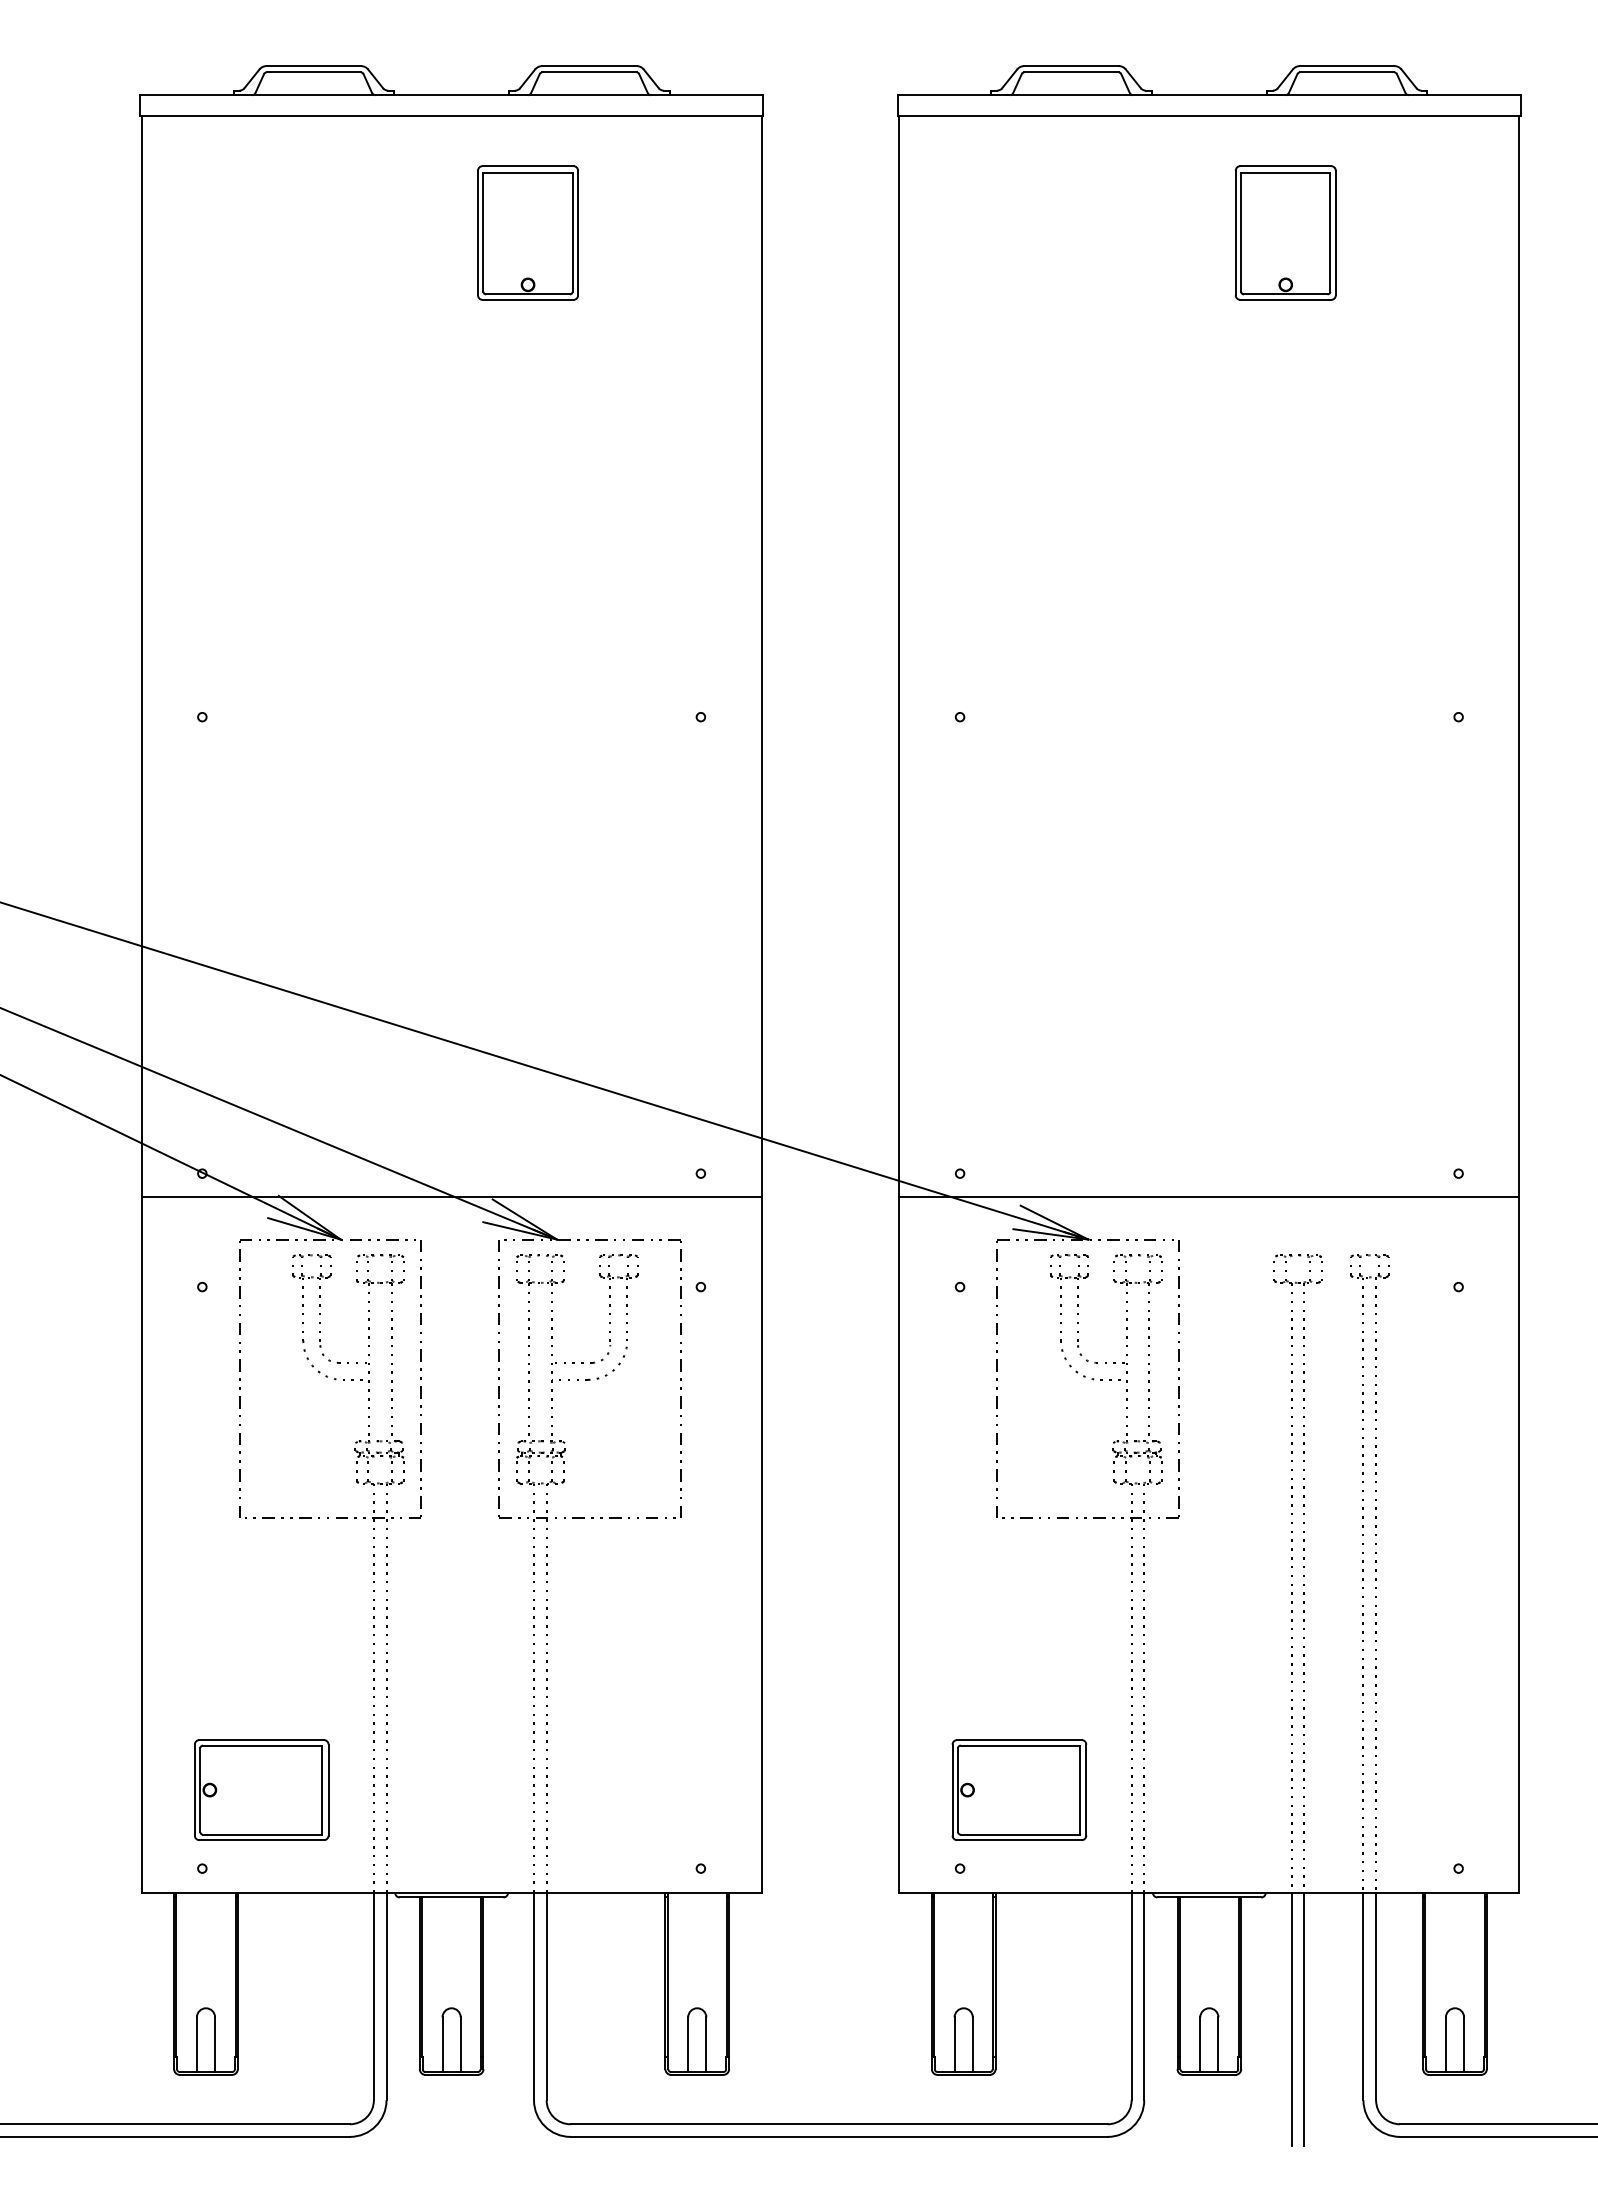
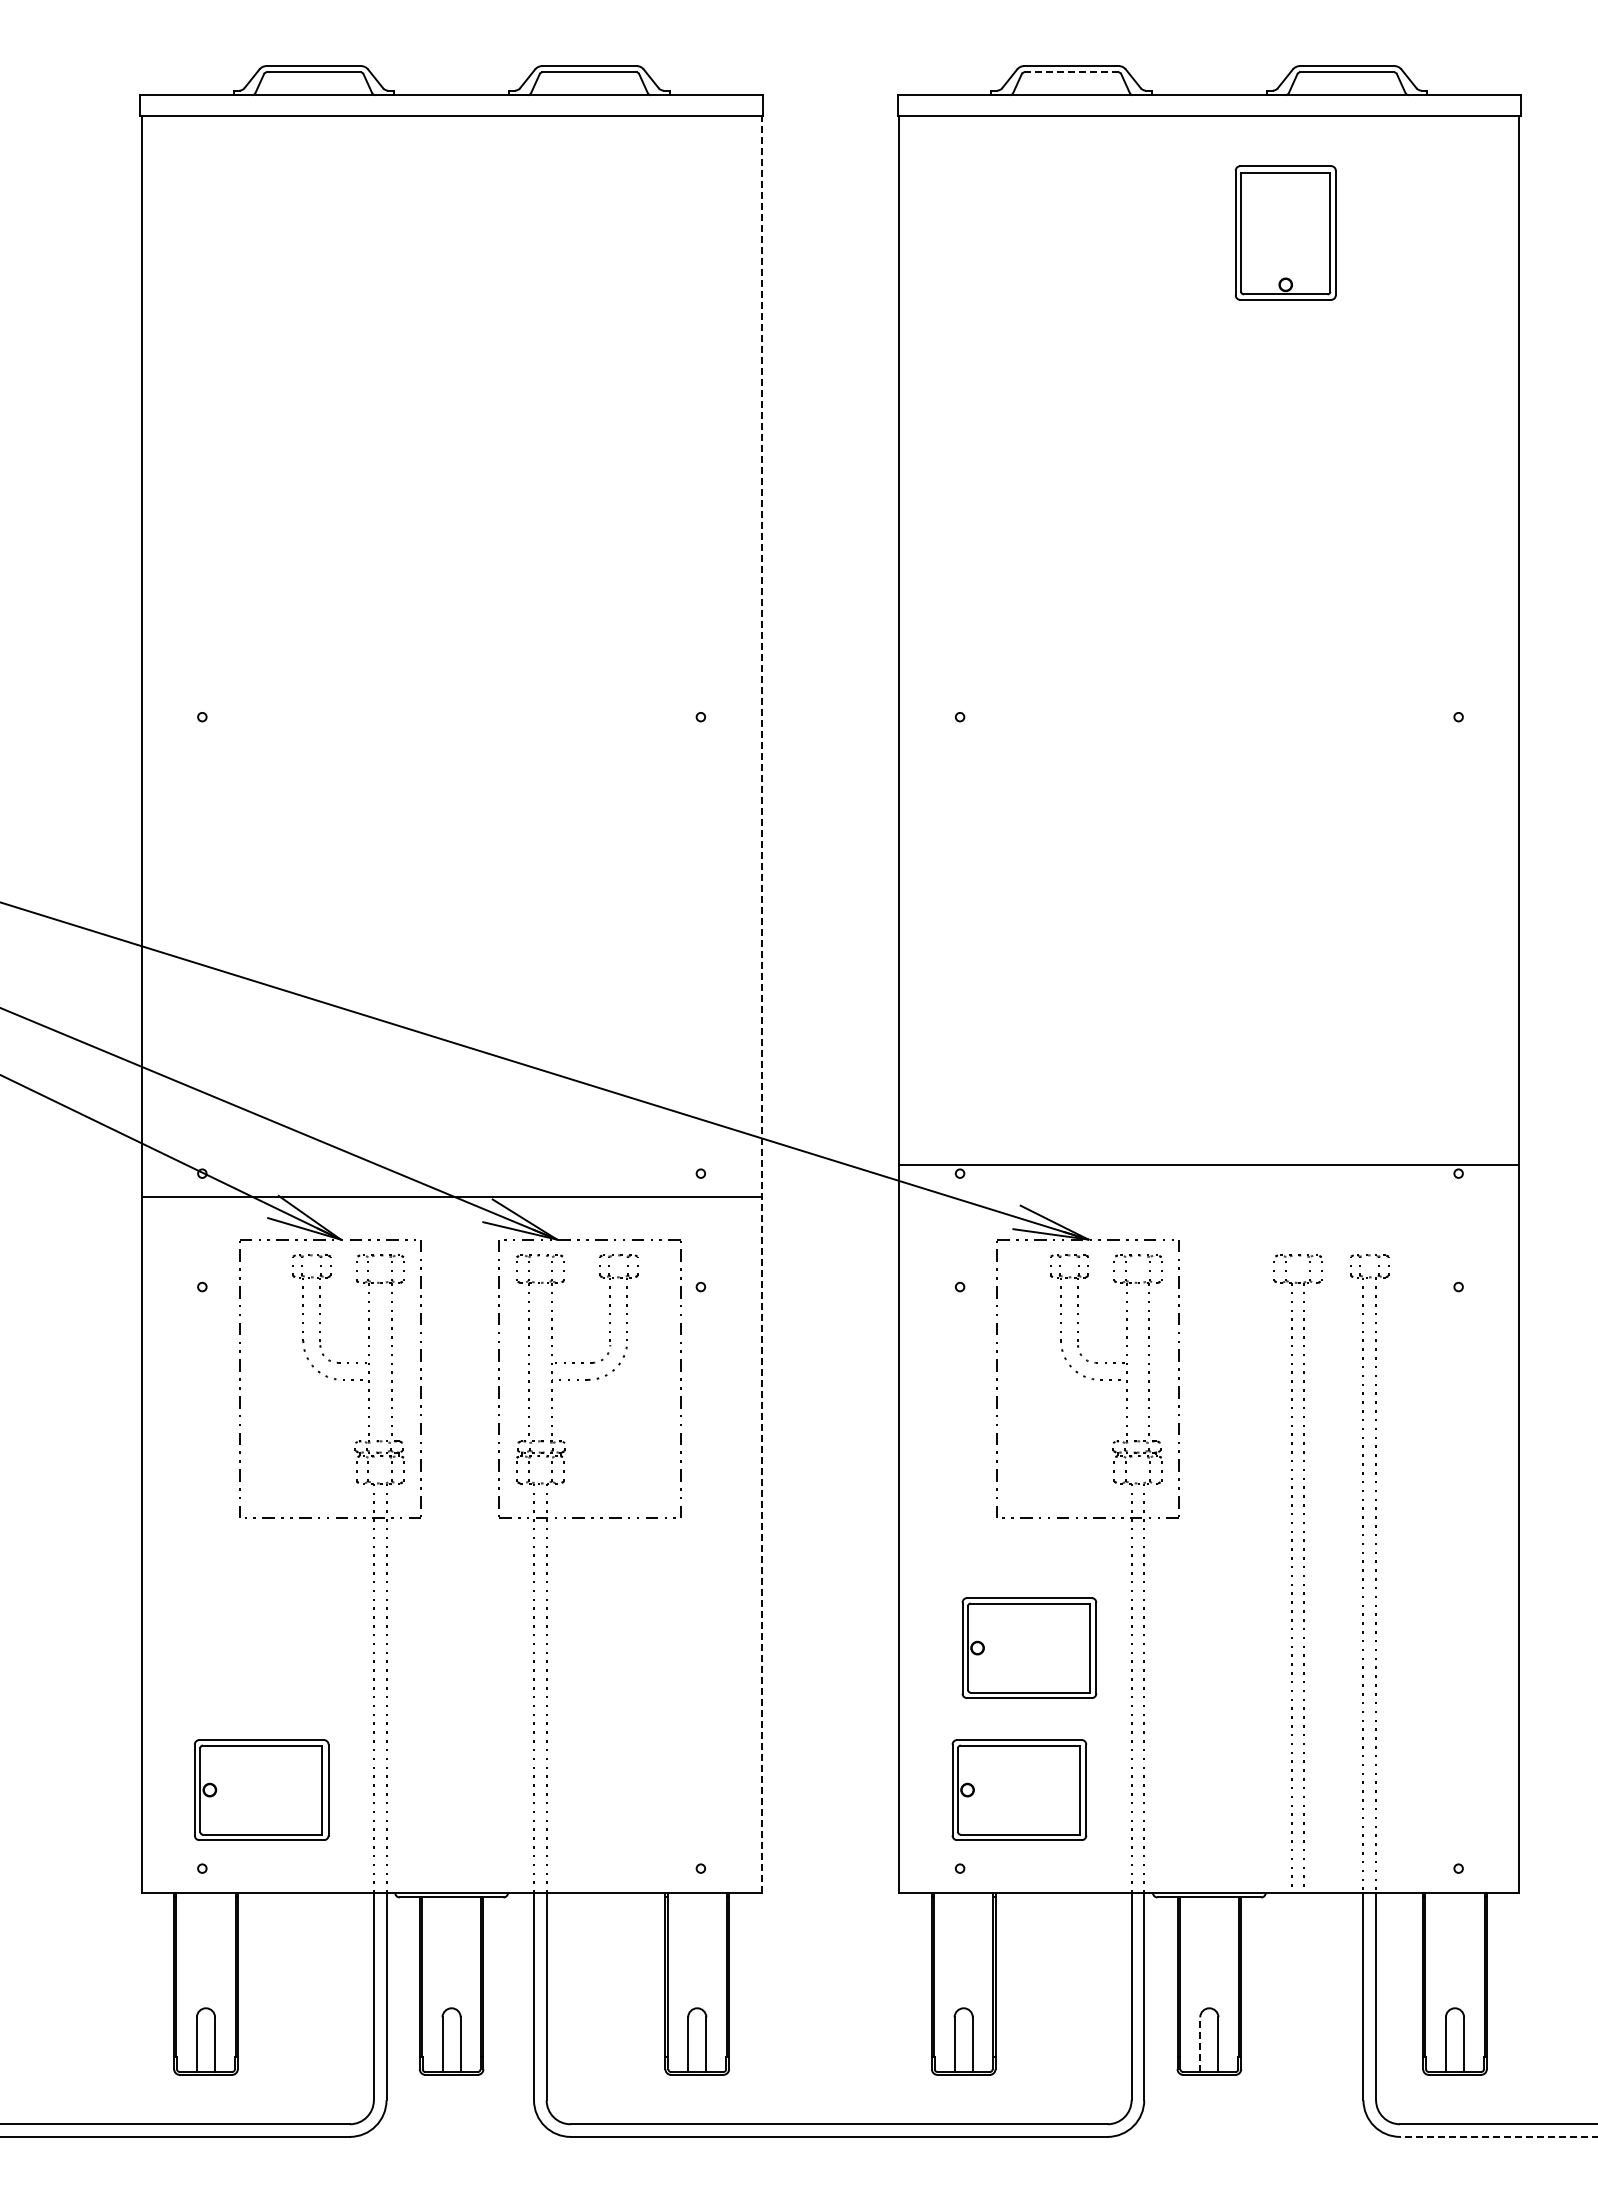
line at (1071, 72): solid -> dashed
part at (527, 232): present -> none
line at (761, 1004): solid -> dashed
line at (1209, 1197) position: (1209, 1197) -> (1209, 1165)
part at (1029, 1647): none -> present
line at (1291, 2019): present -> none
line at (1304, 2019): present -> none
line at (1200, 2044): solid -> dashed
line at (1498, 2136): solid -> dashed
